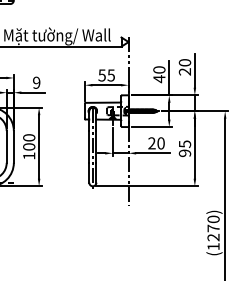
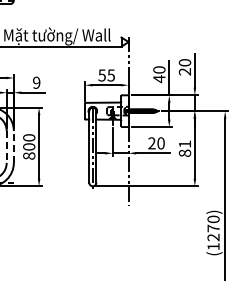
line at (6, 146): solid -> dashed
line at (13, 146): solid -> dashed
text at (185, 148): 95 -> 81
text at (29, 155): 100 -> 800
